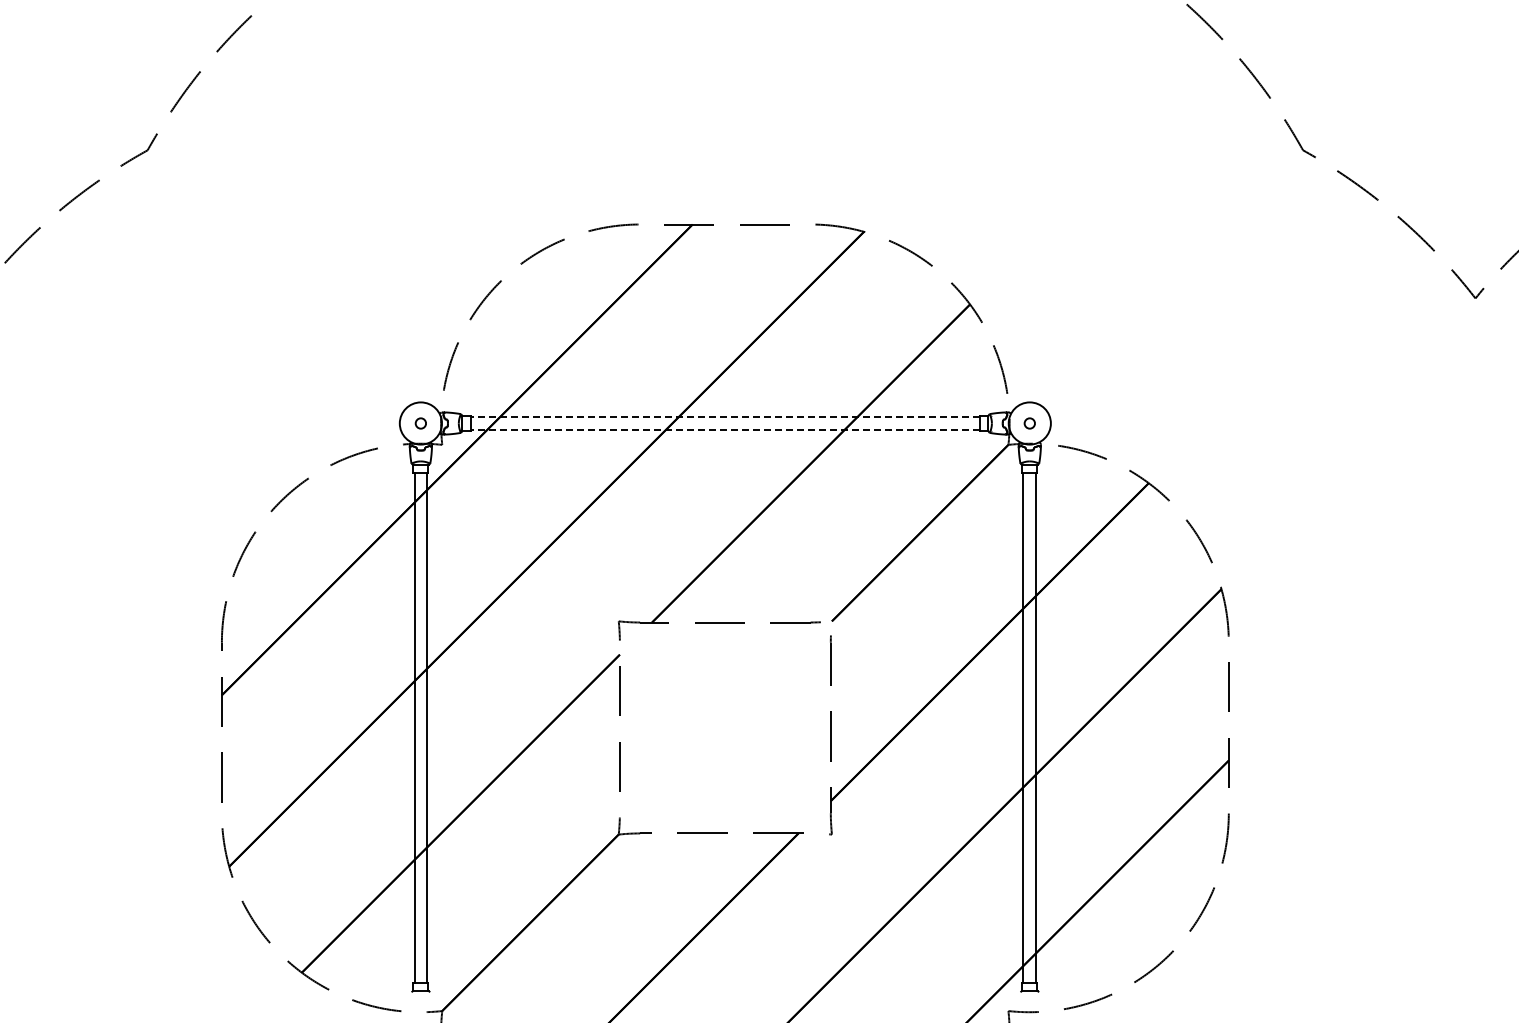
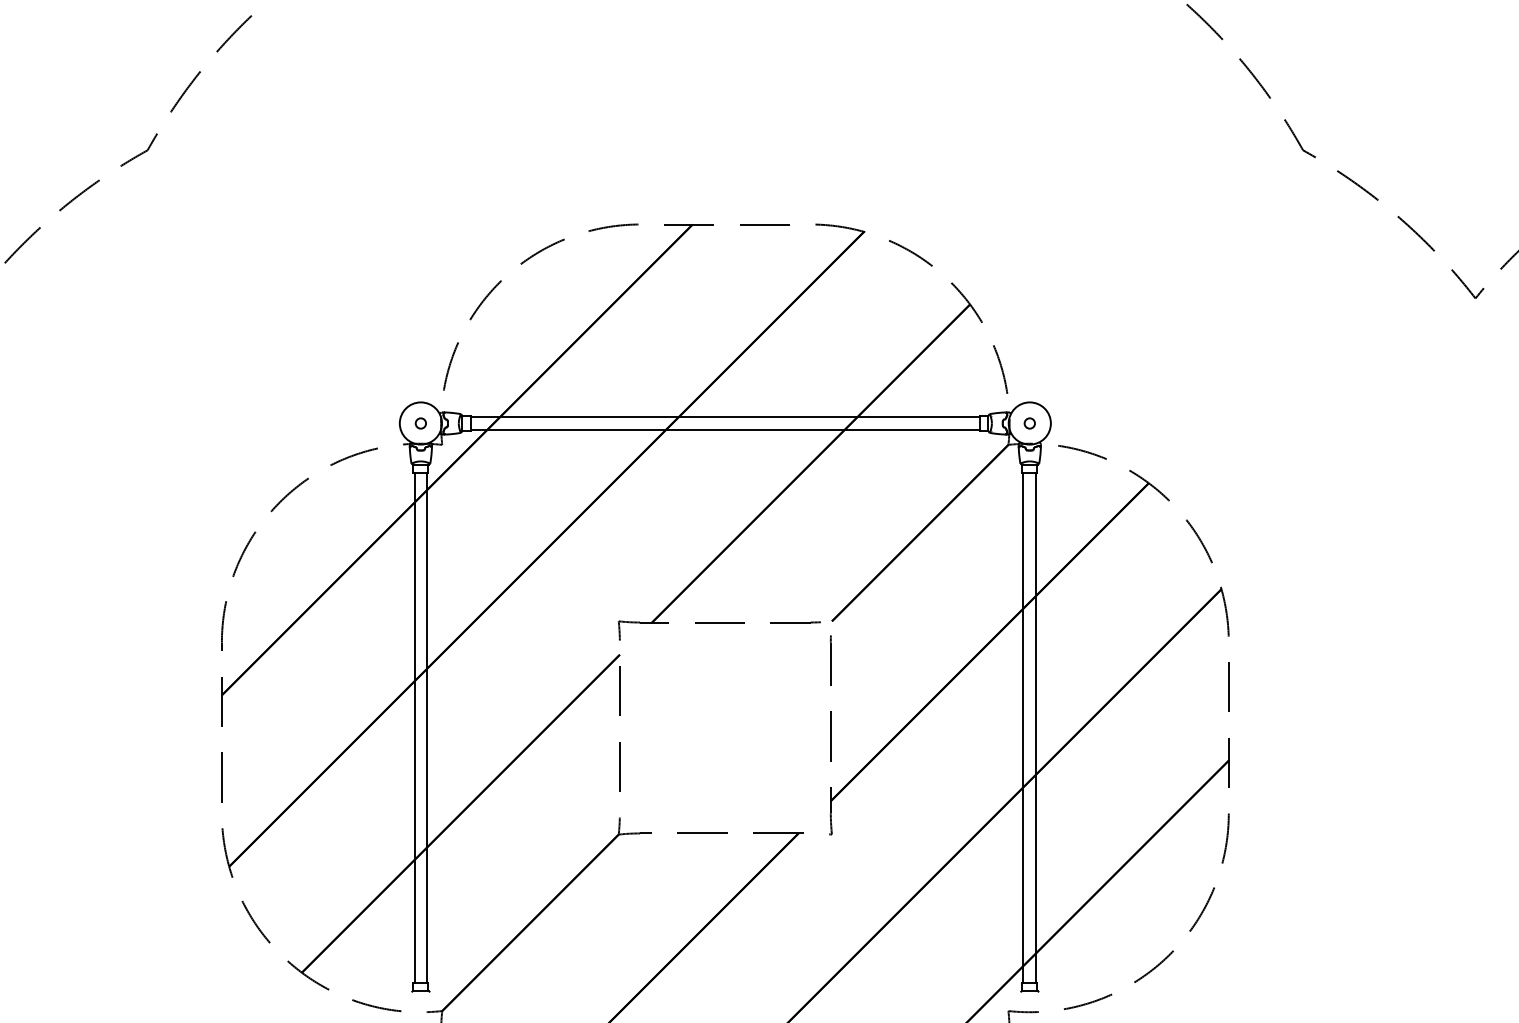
line at (725, 417): dashed -> solid
line at (725, 429): dashed -> solid
